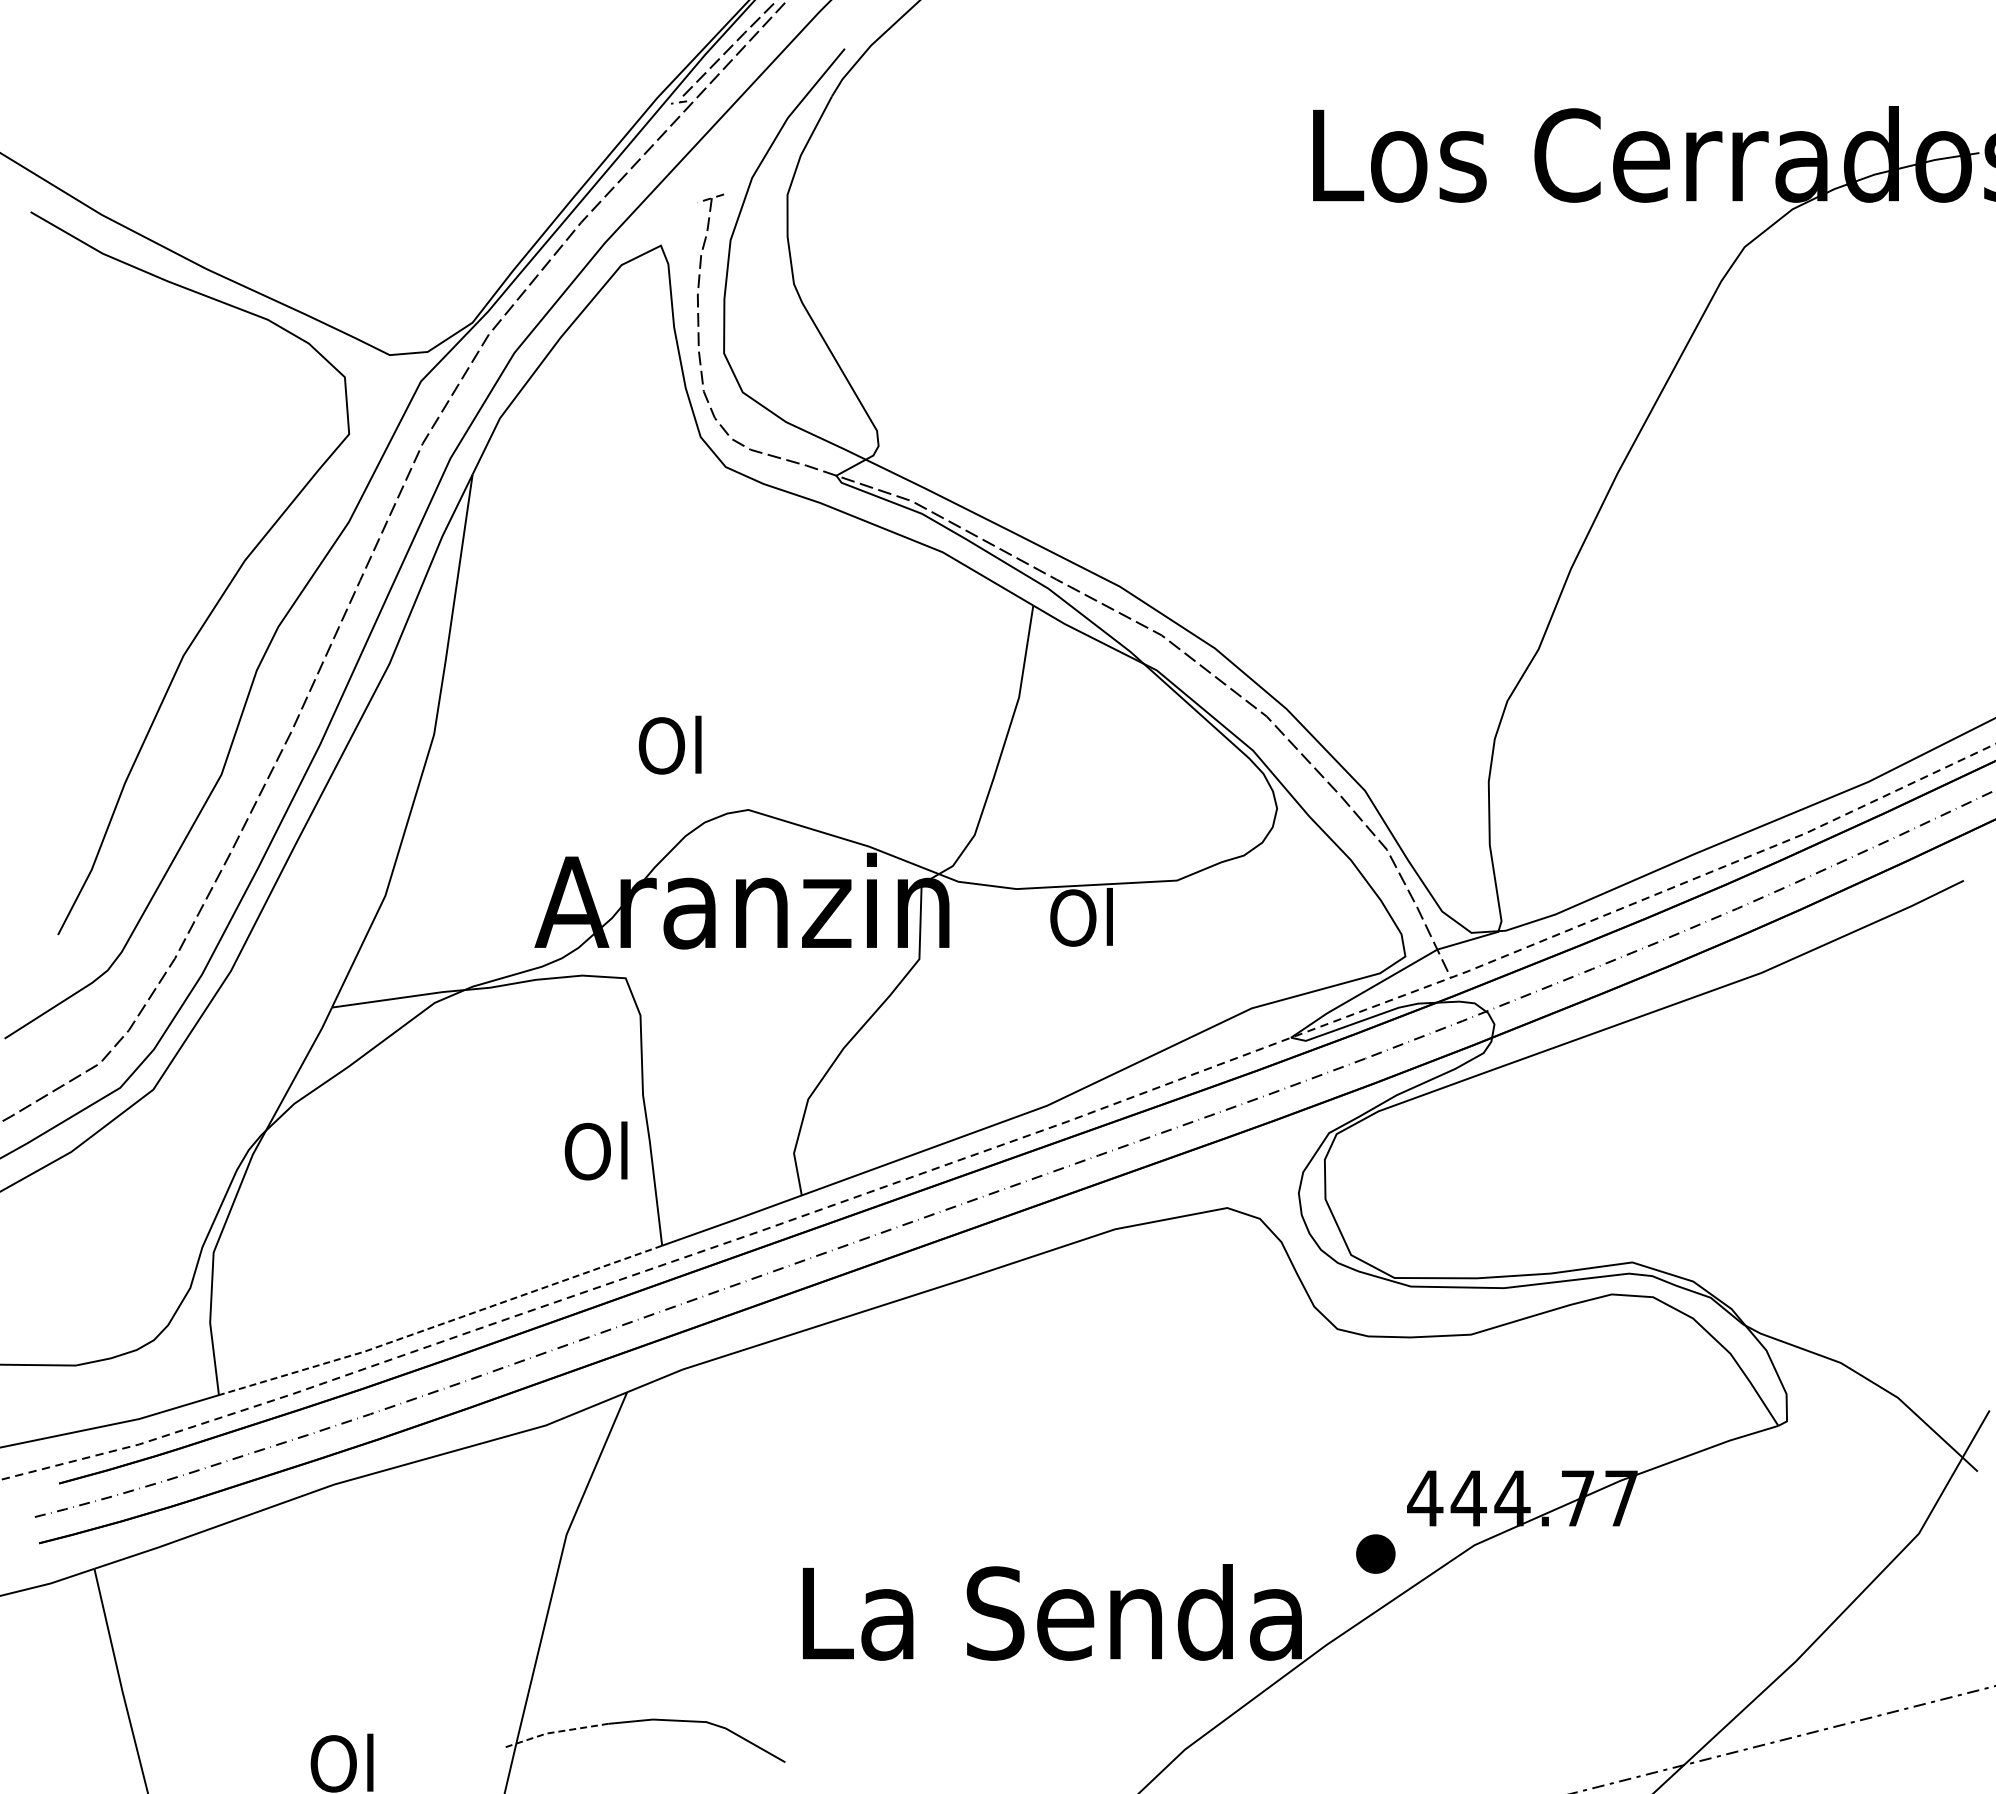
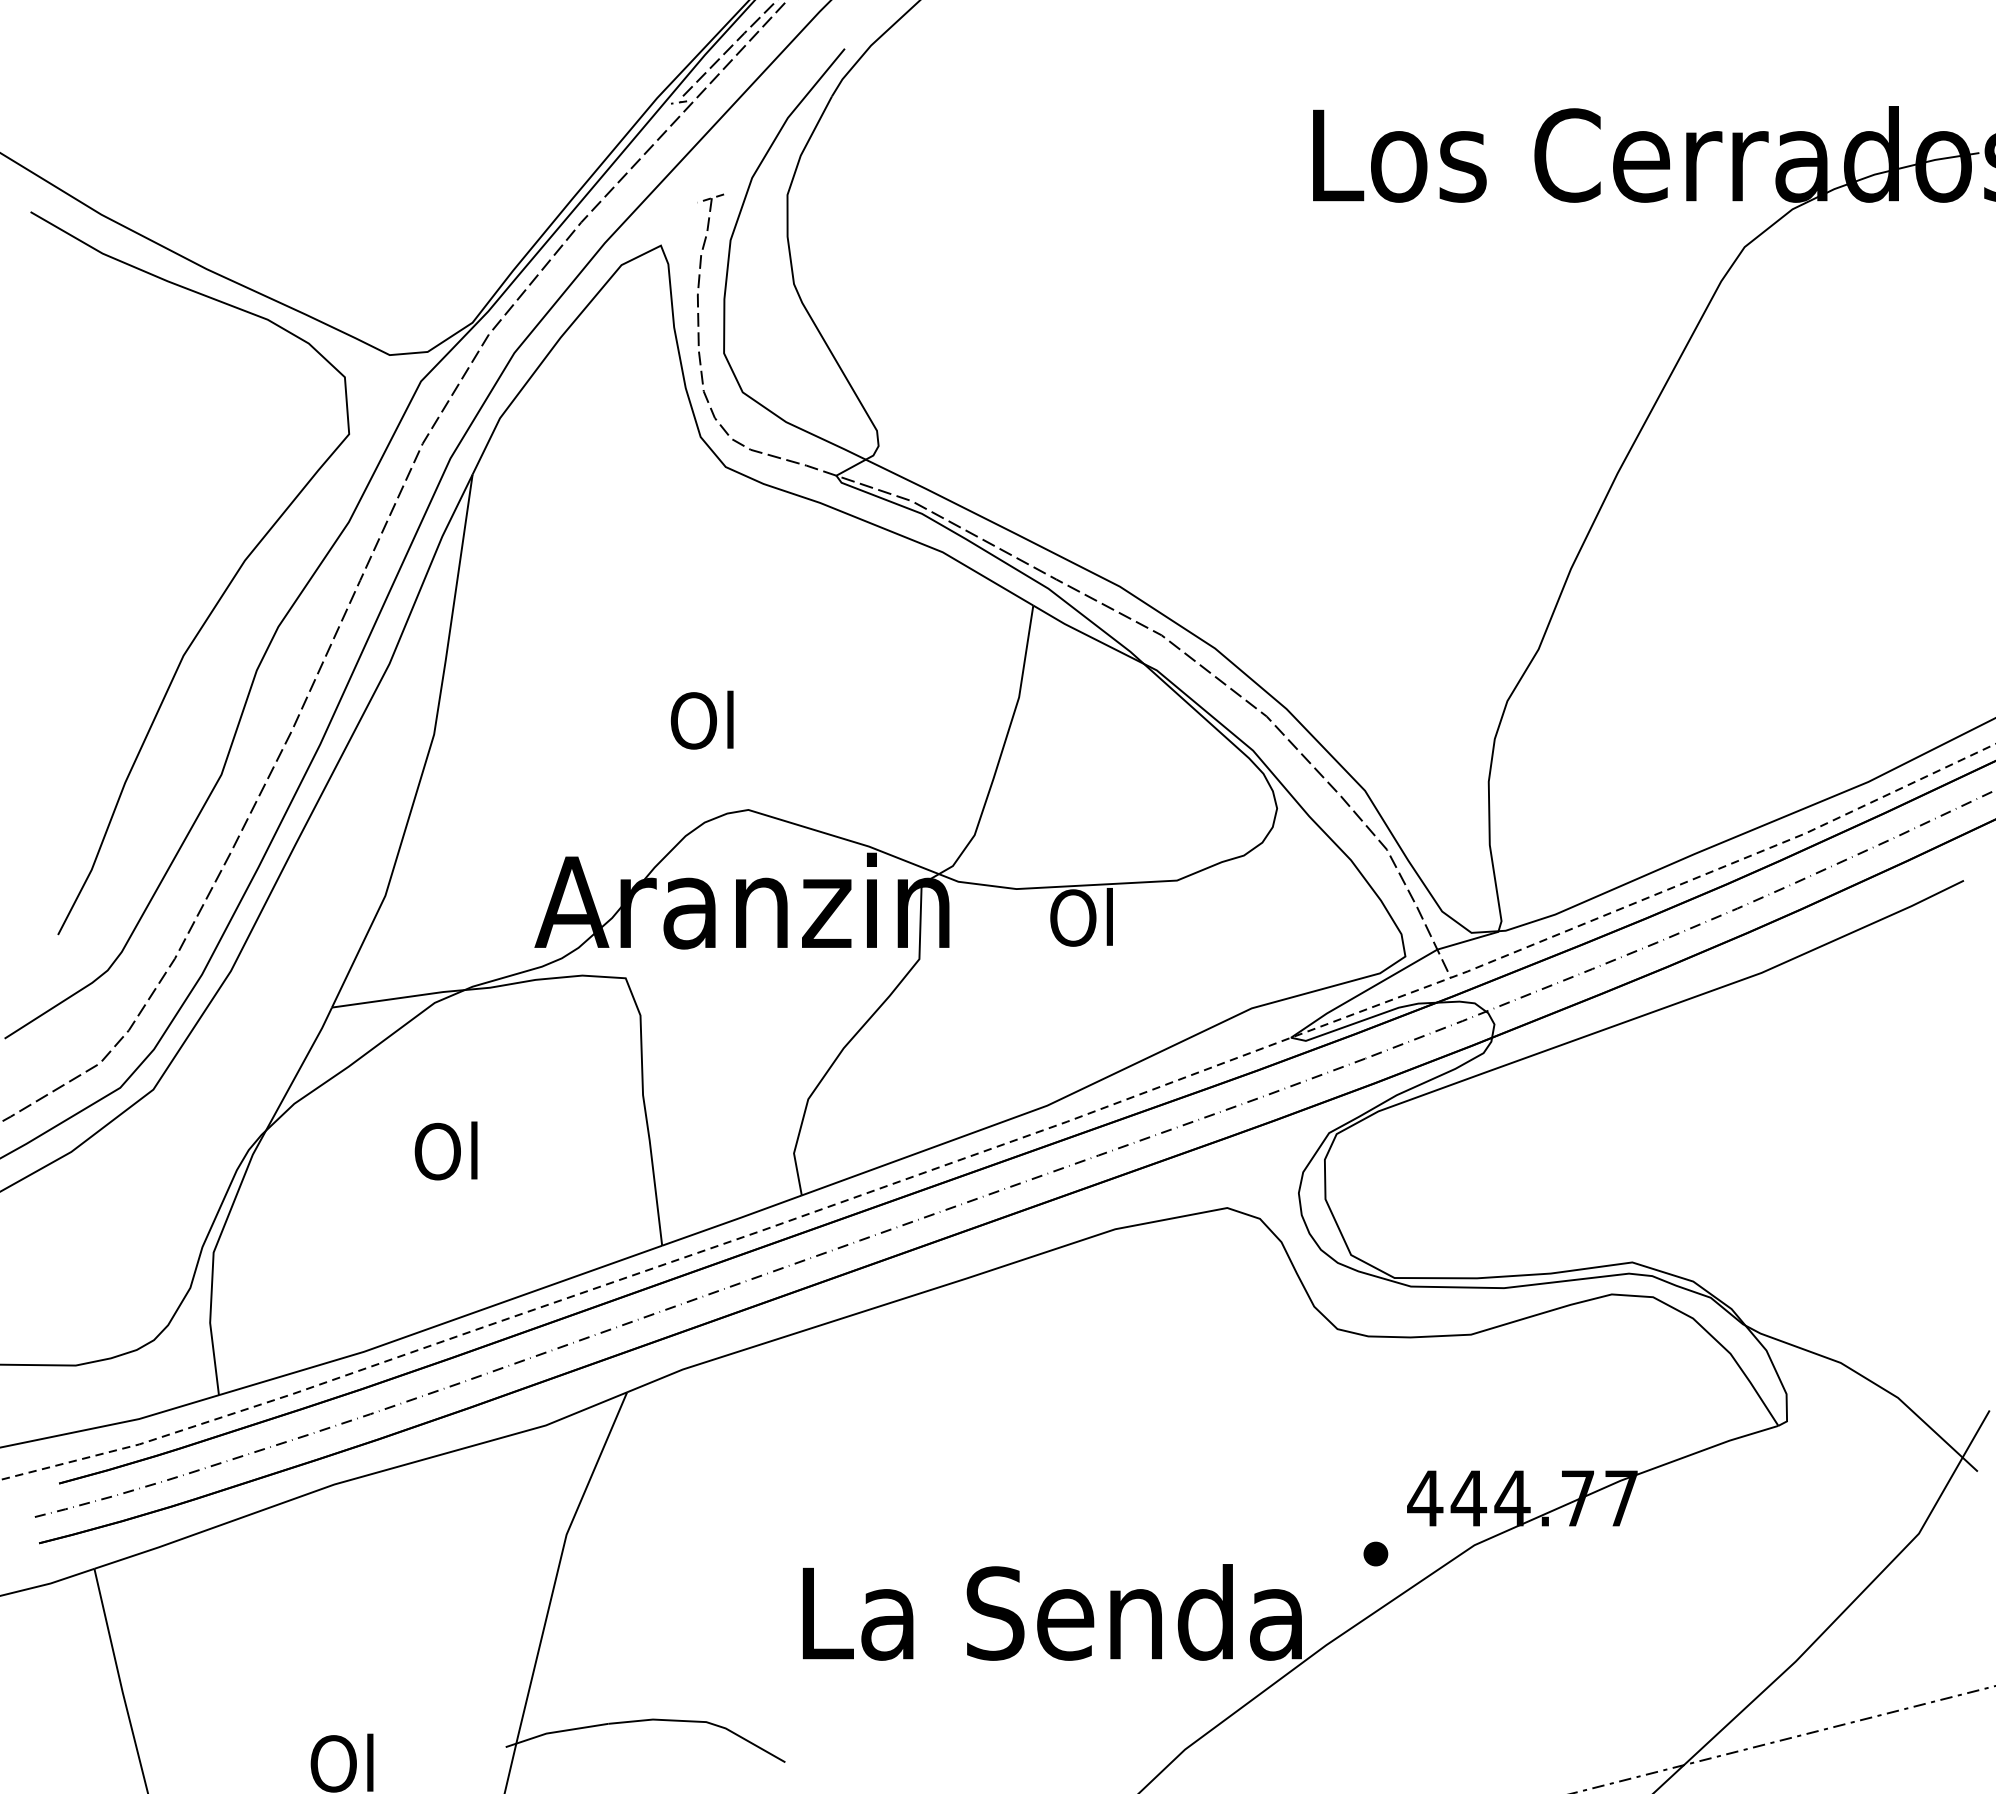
text at (669, 744) position: (669, 744) -> (701, 719)
text at (595, 1150) position: (595, 1150) -> (445, 1150)
line at (440, 1324): dashed -> solid
part at (1375, 1553) size: 40x40 px -> 26x26 px
line at (556, 1732): dashed -> solid
